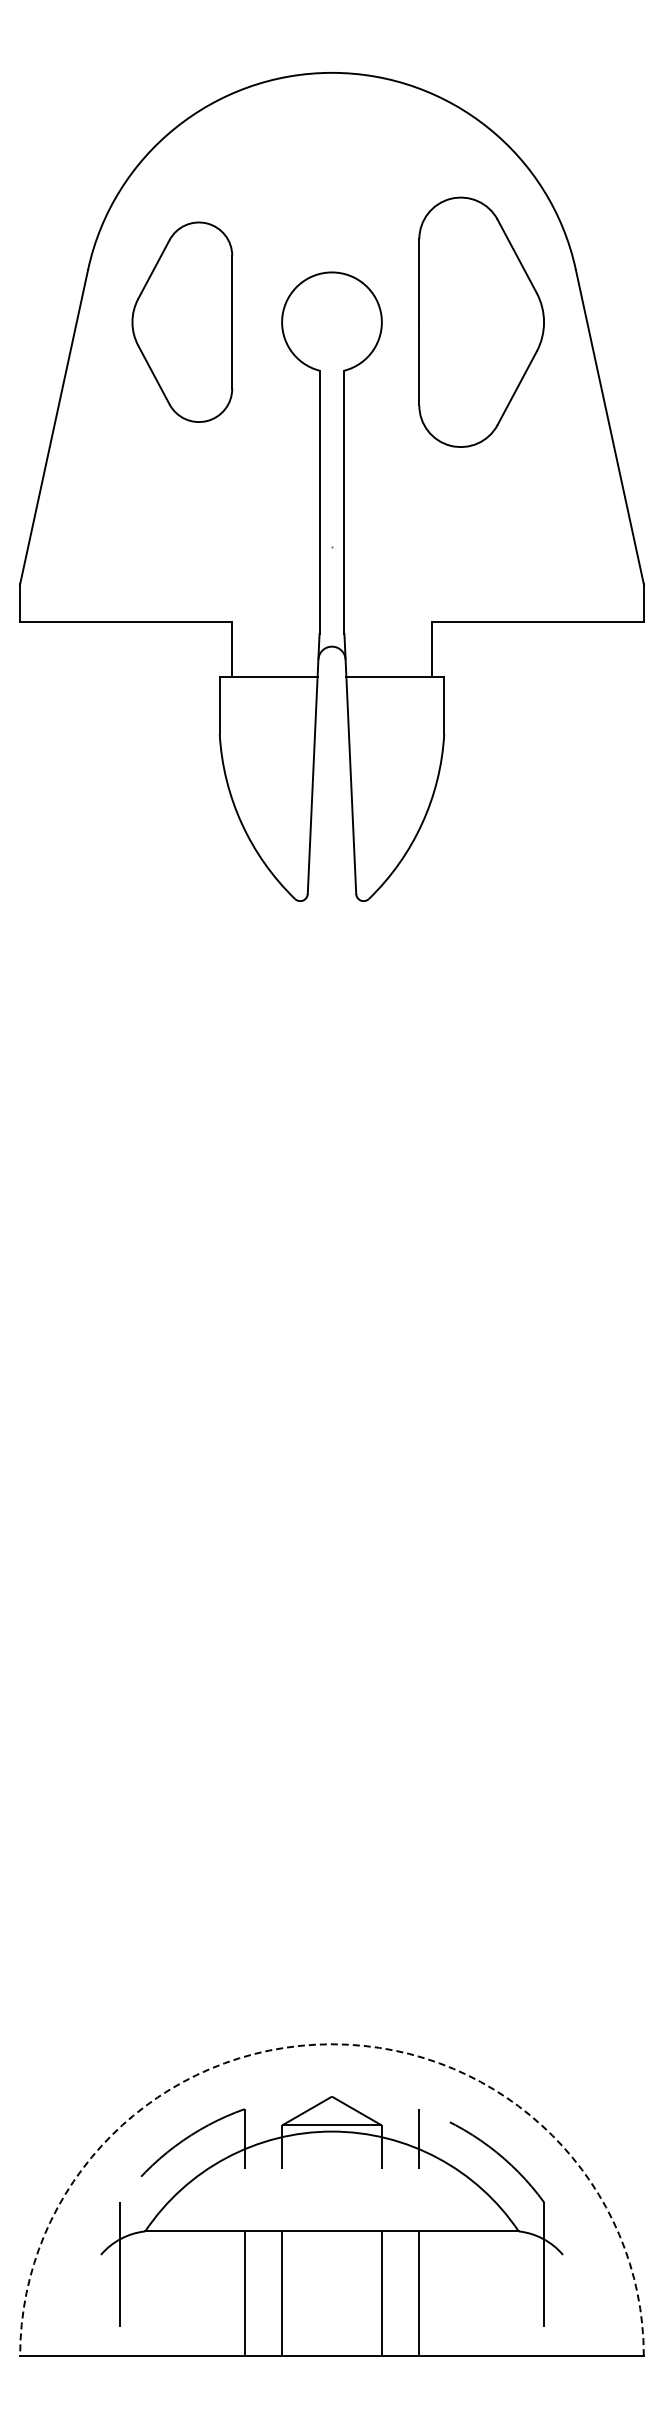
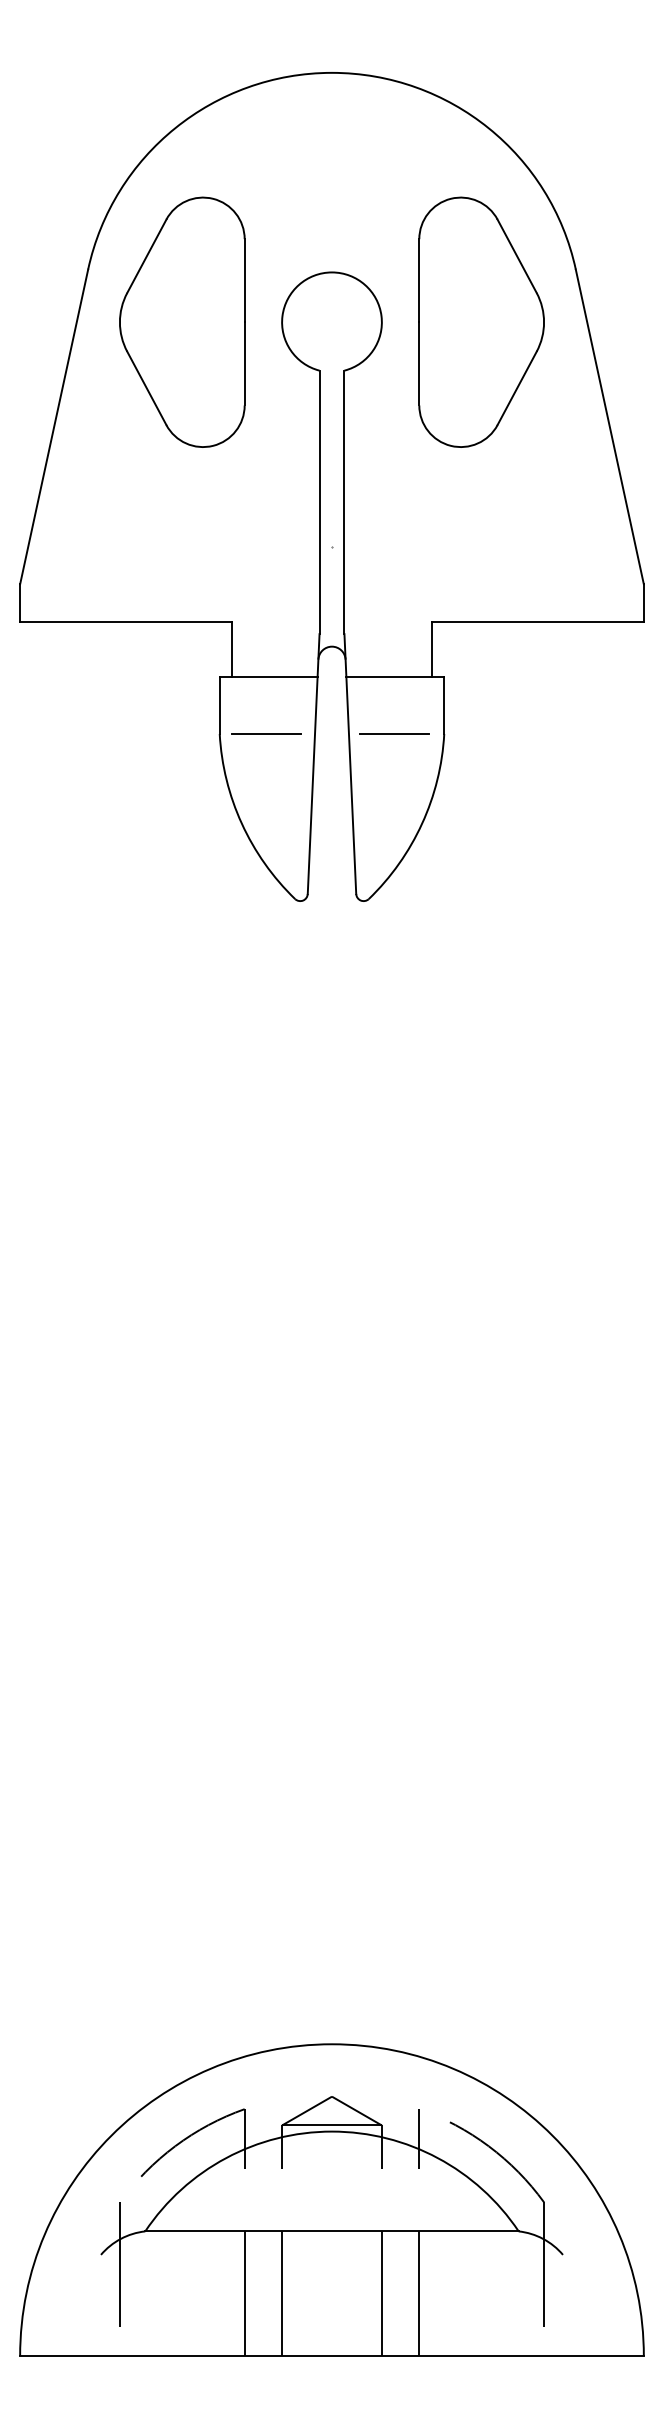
part at (182, 321) size: 103x202 px -> 127x252 px
line at (266, 733): none -> present
line at (394, 733): none -> present
arc at (332, 2044): dashed -> solid
